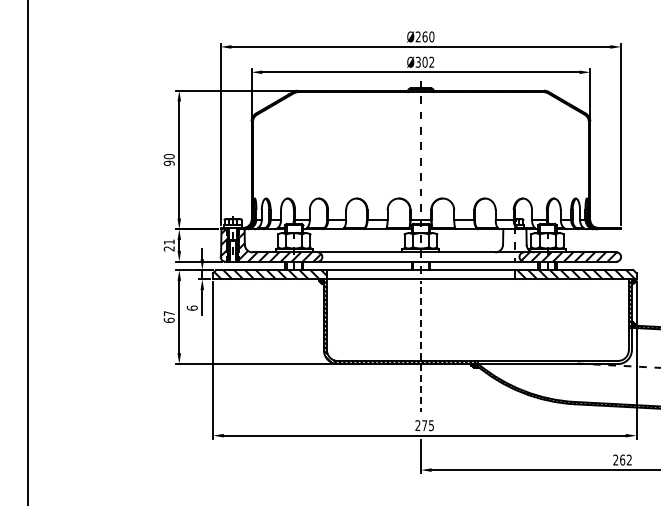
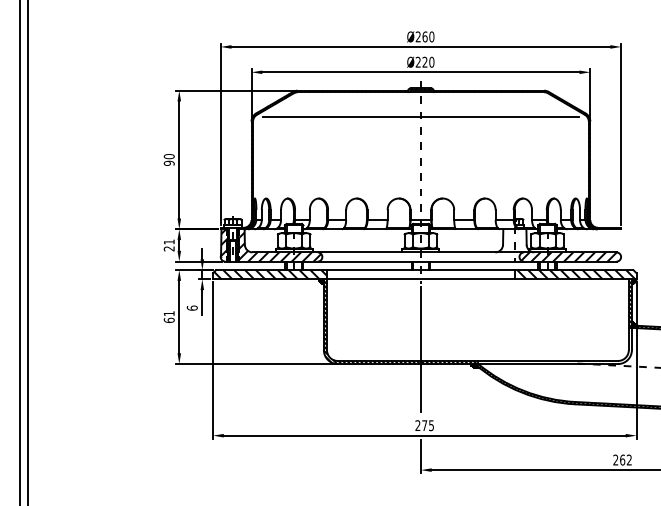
text at (424, 61): Ø302 -> Ø220
line at (421, 116): none -> present
line at (19, 252): none -> present
text at (169, 313): 67 -> 61
line at (420, 350): dashed -> solid
